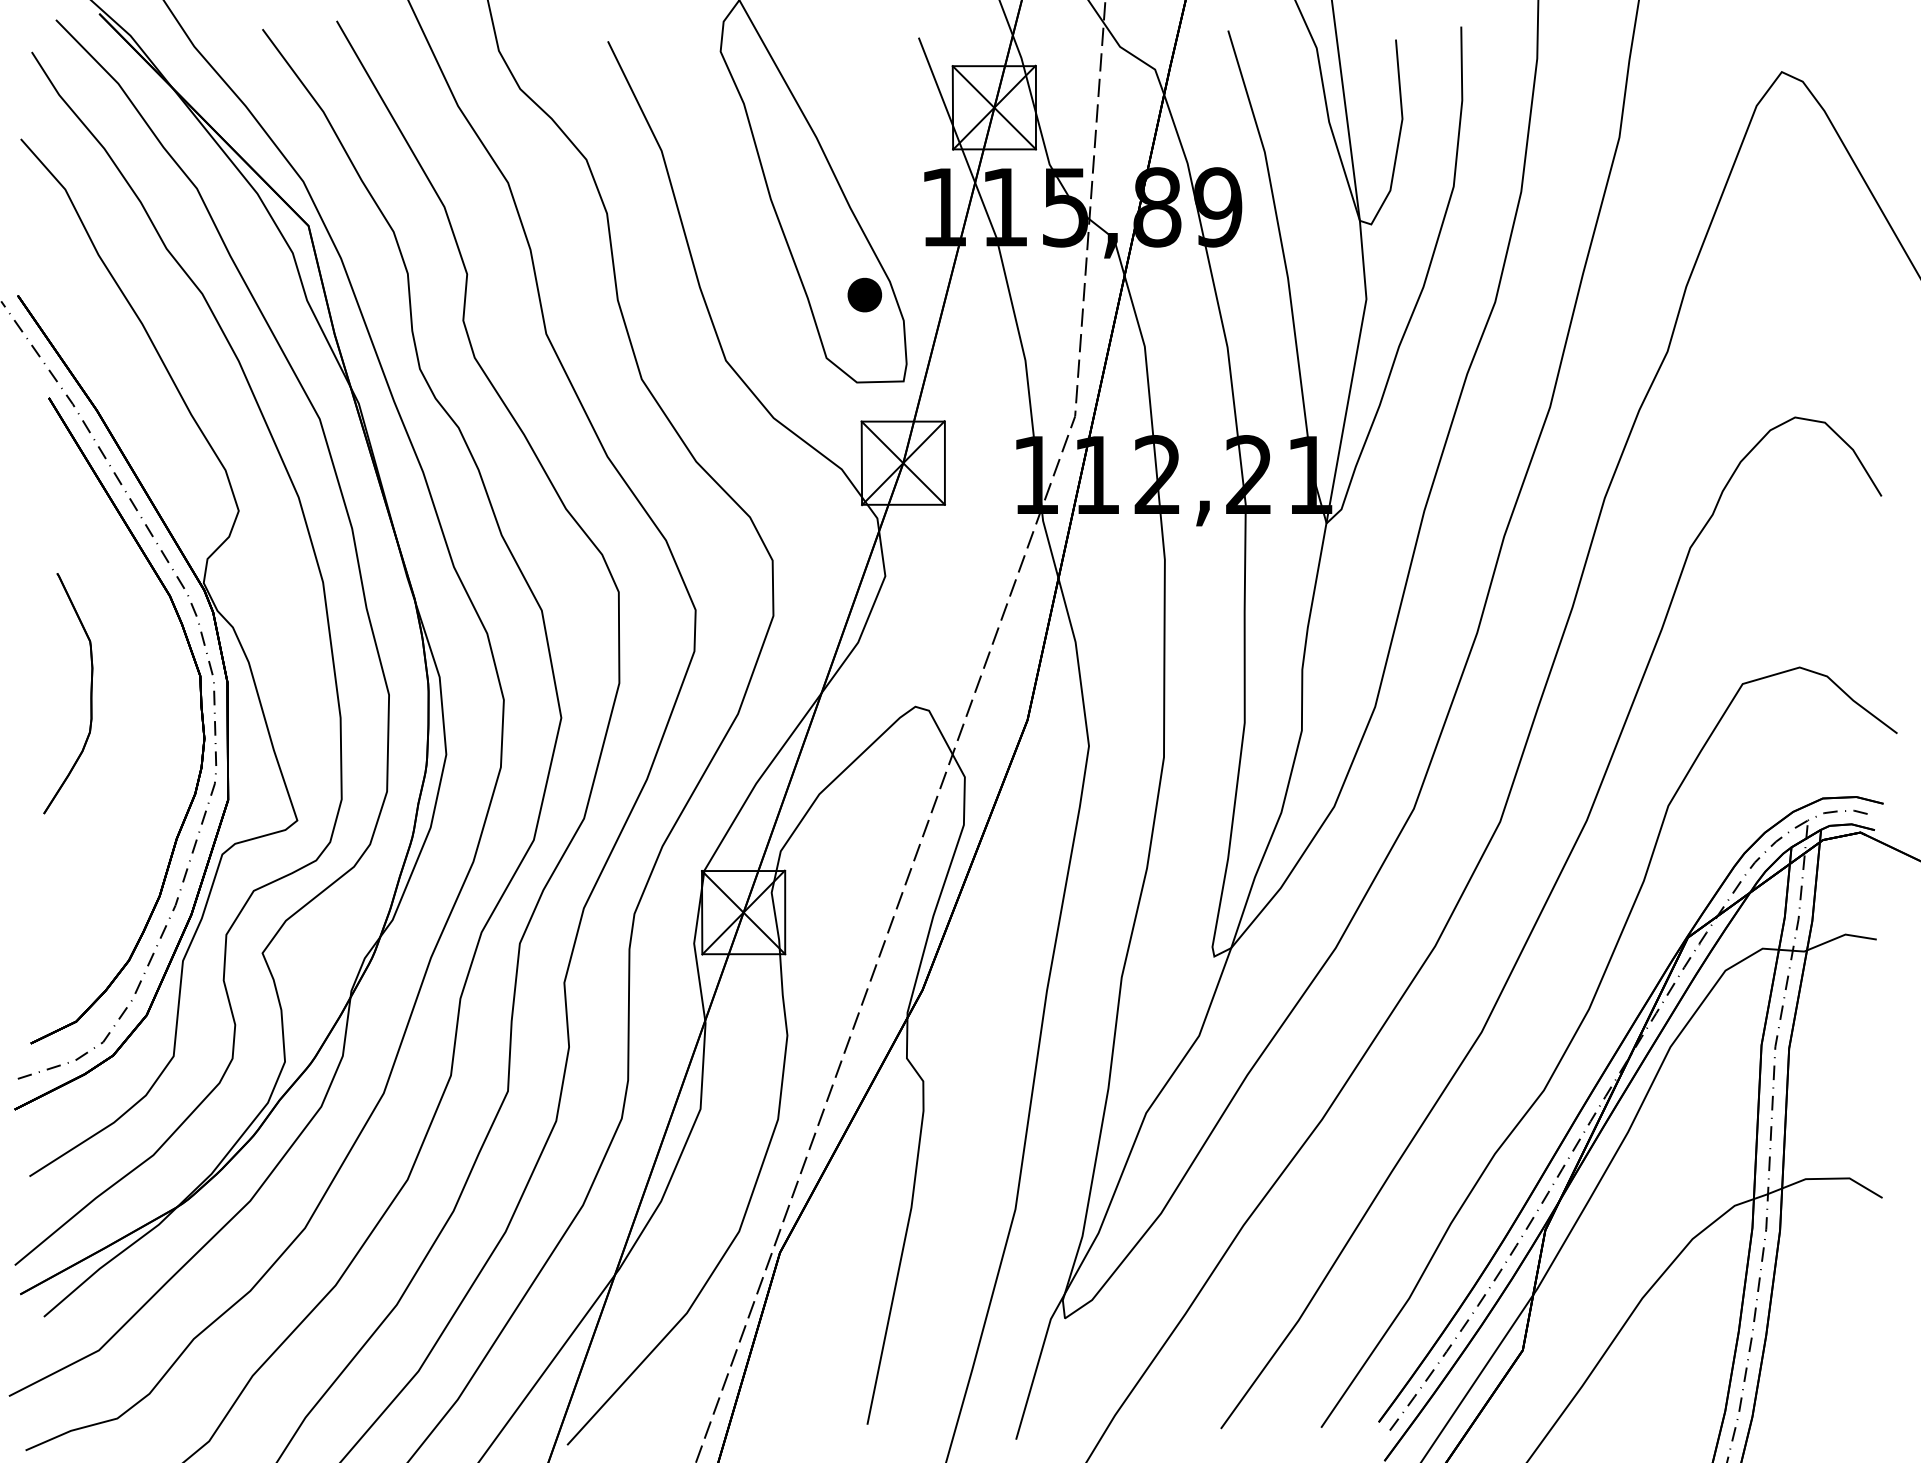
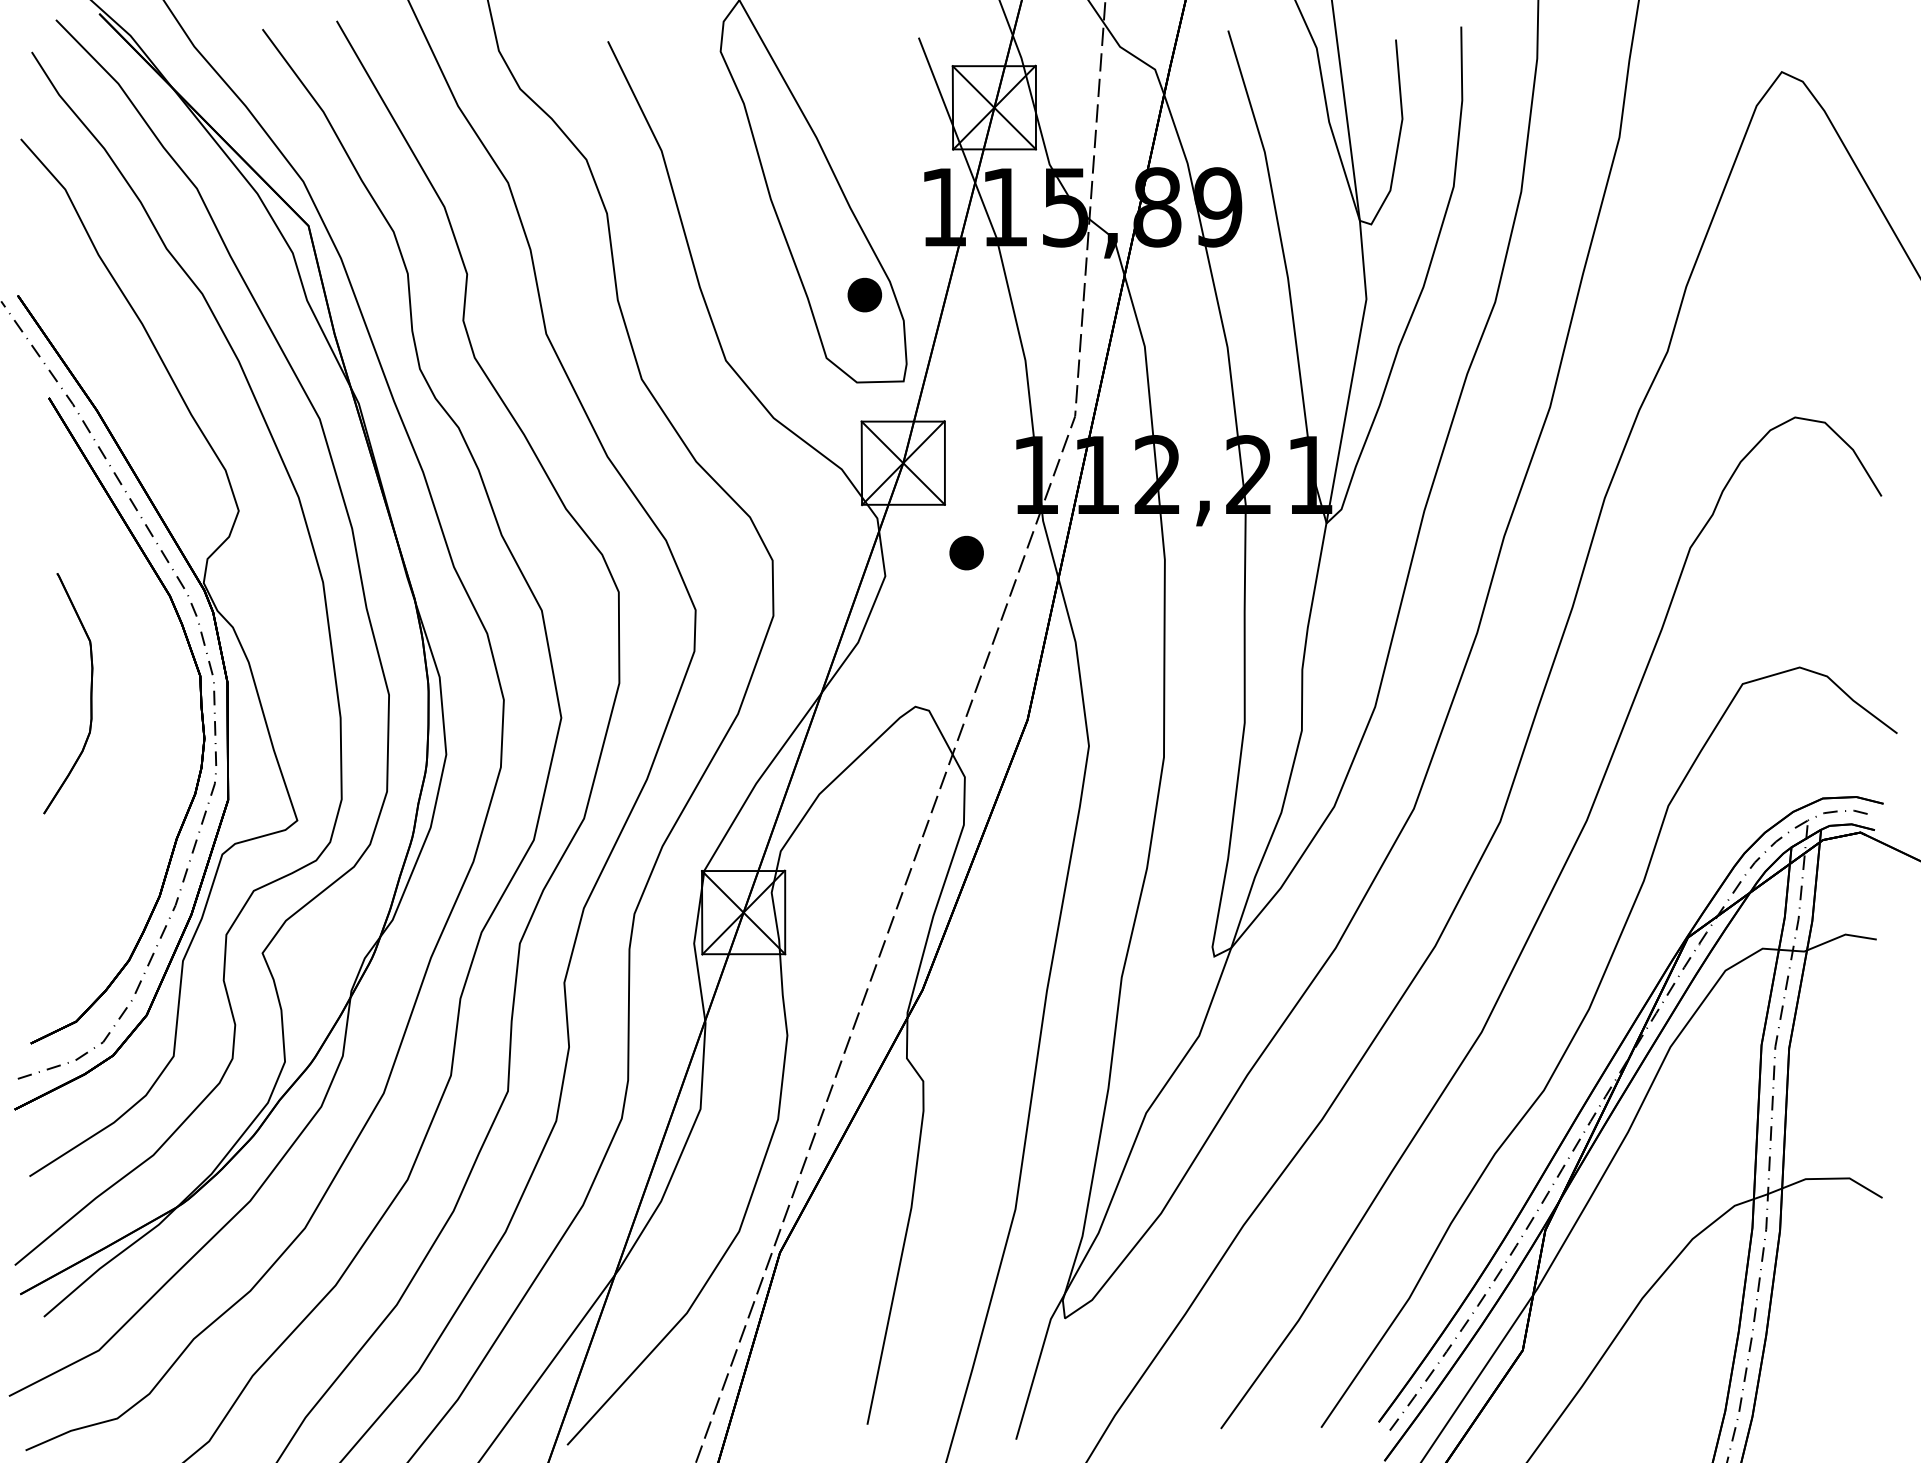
part at (966, 552): none -> present
